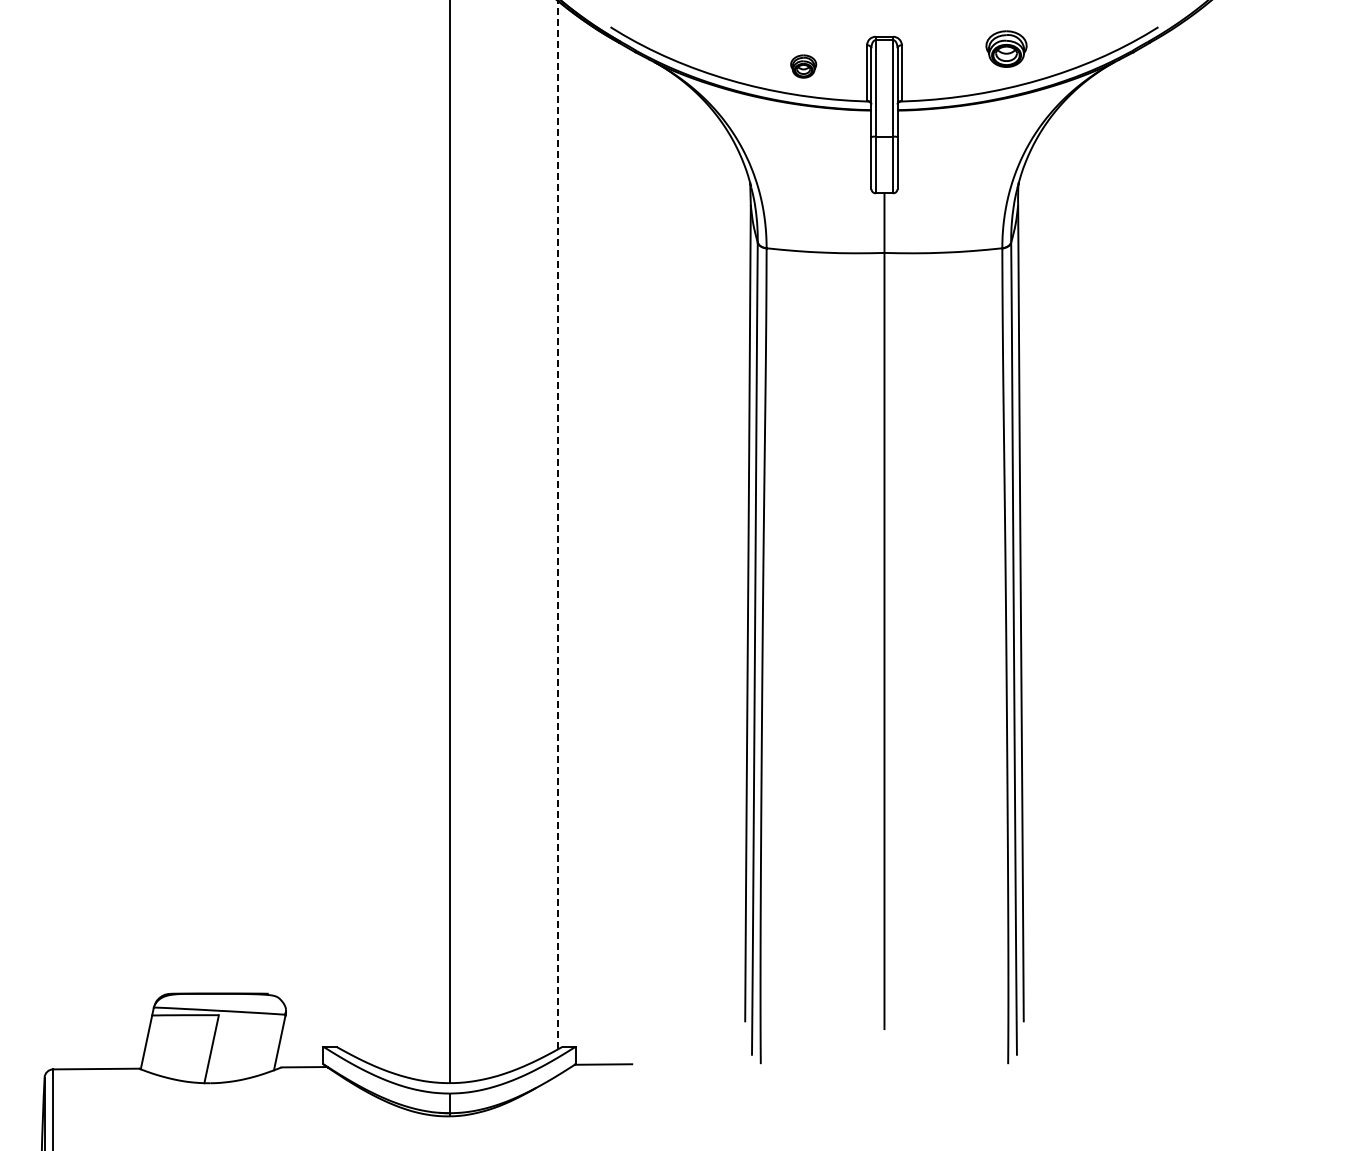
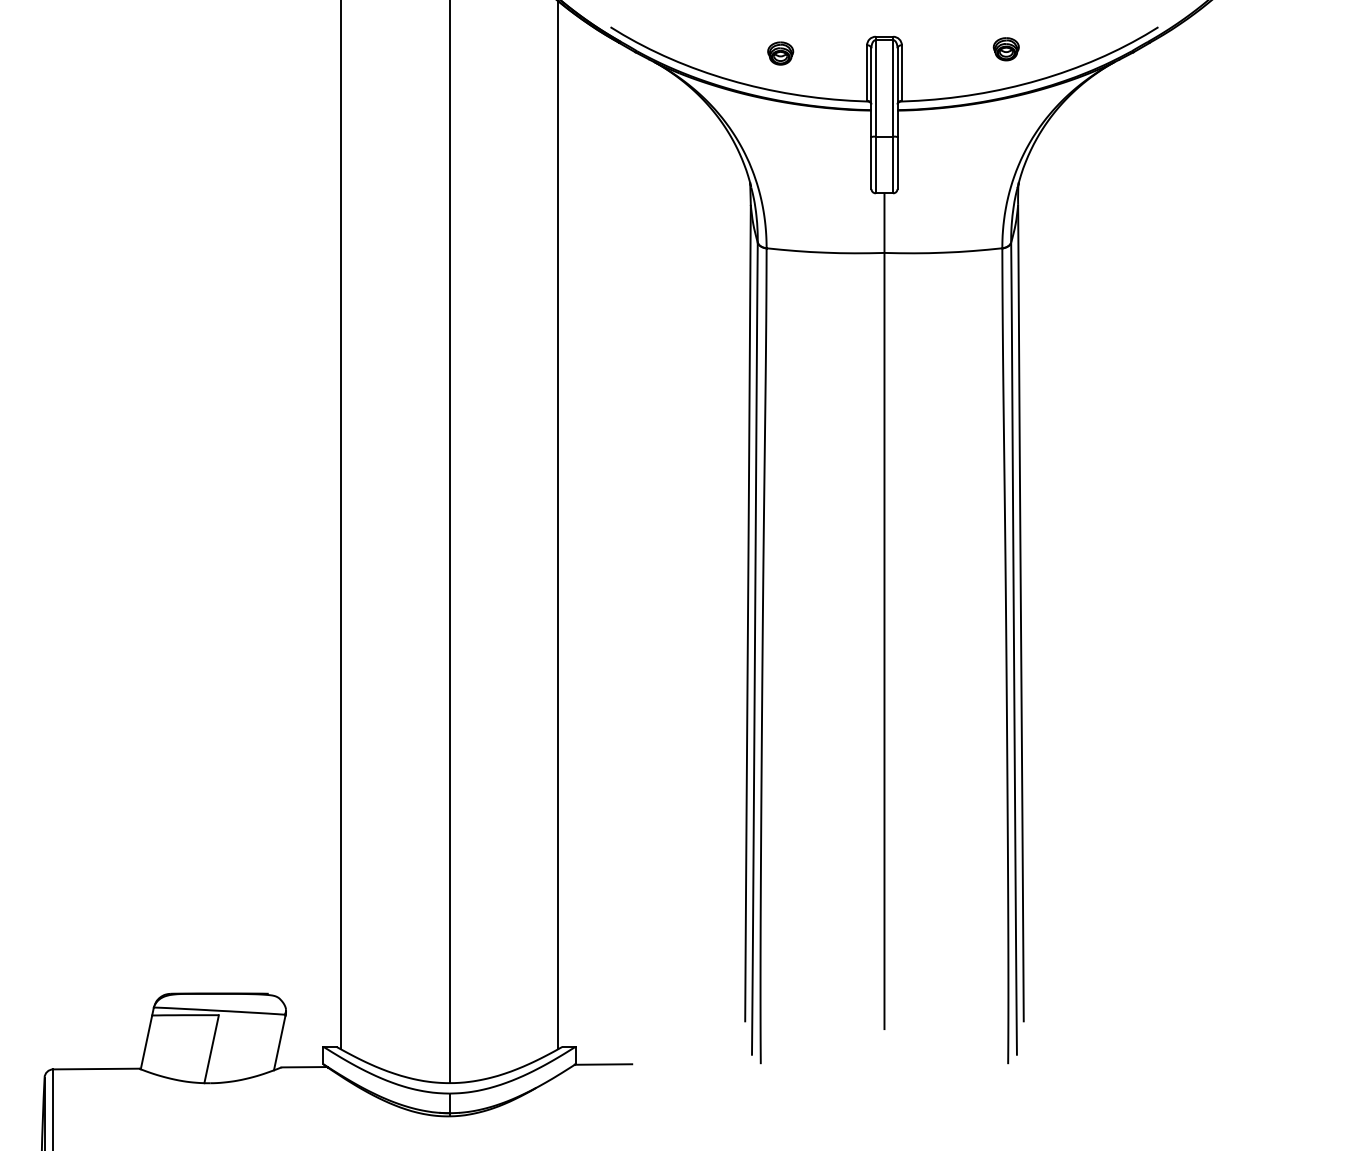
part at (1006, 48) size: 43x38 px -> 28x25 px
part at (803, 66) position: (803, 66) -> (780, 53)
line at (558, 524): dashed -> solid
line at (340, 525): none -> present
